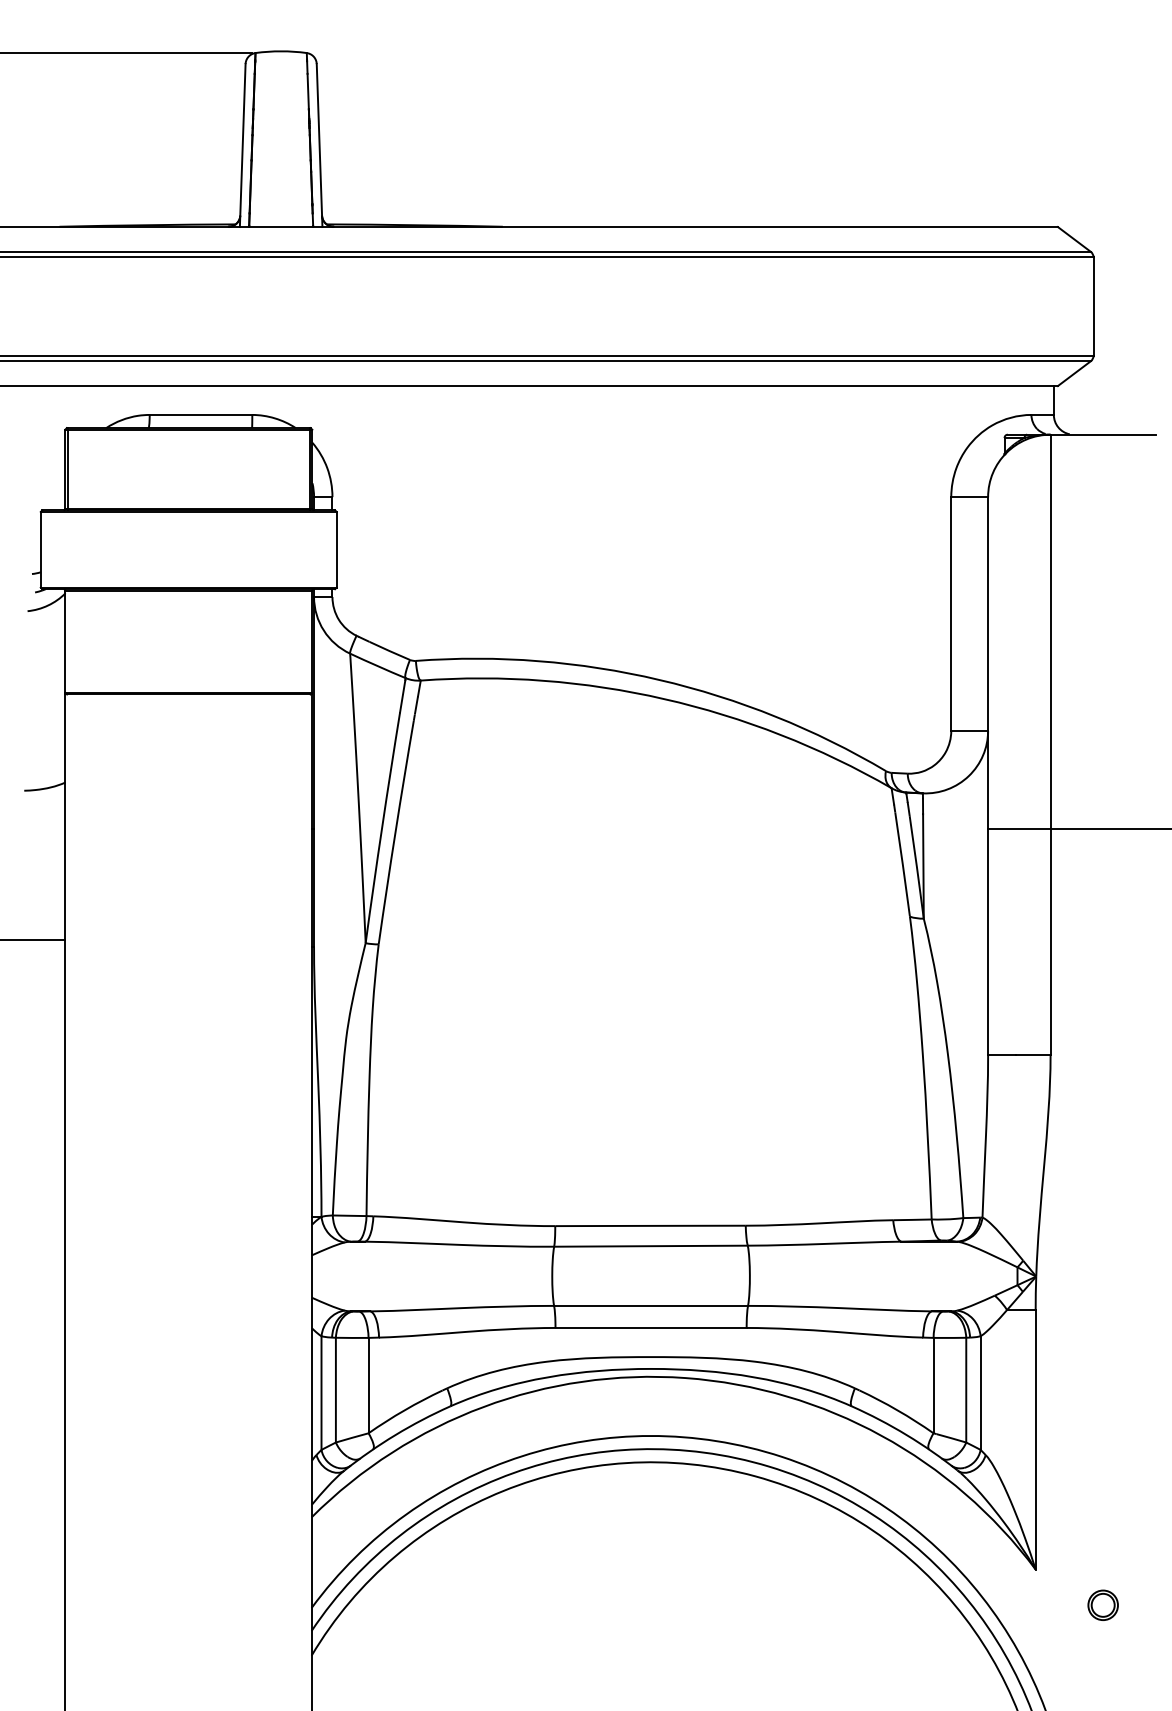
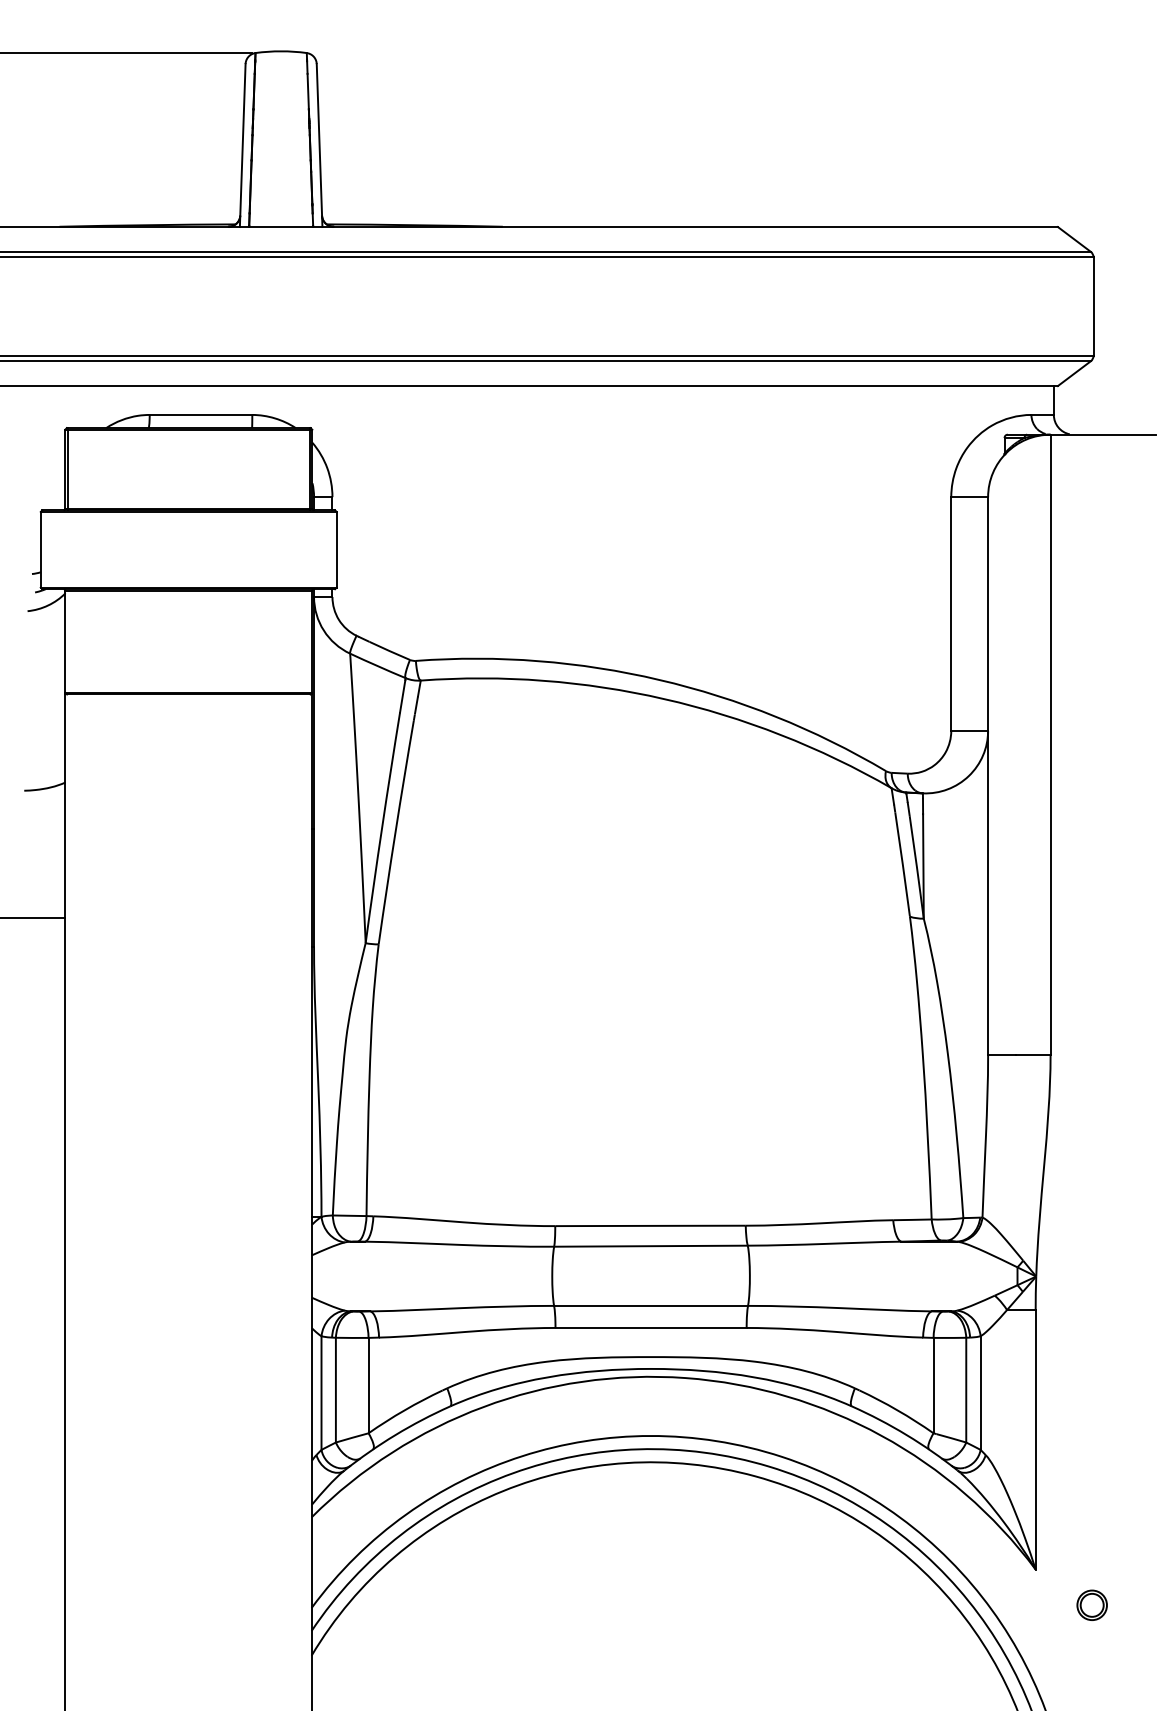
line at (1078, 829): present -> none
line at (33, 940) position: (33, 940) -> (33, 918)
part at (1102, 1604) position: (1102, 1604) -> (1091, 1604)
